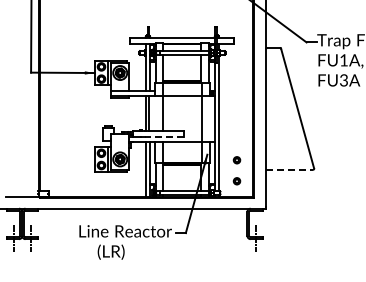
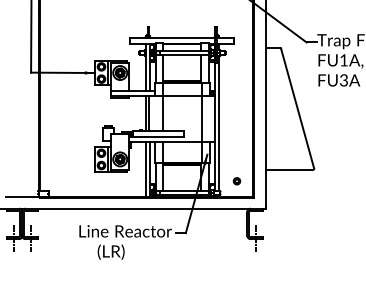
line at (163, 136): dashed -> solid
part at (236, 160): present -> none
line at (290, 169): dashed -> solid
